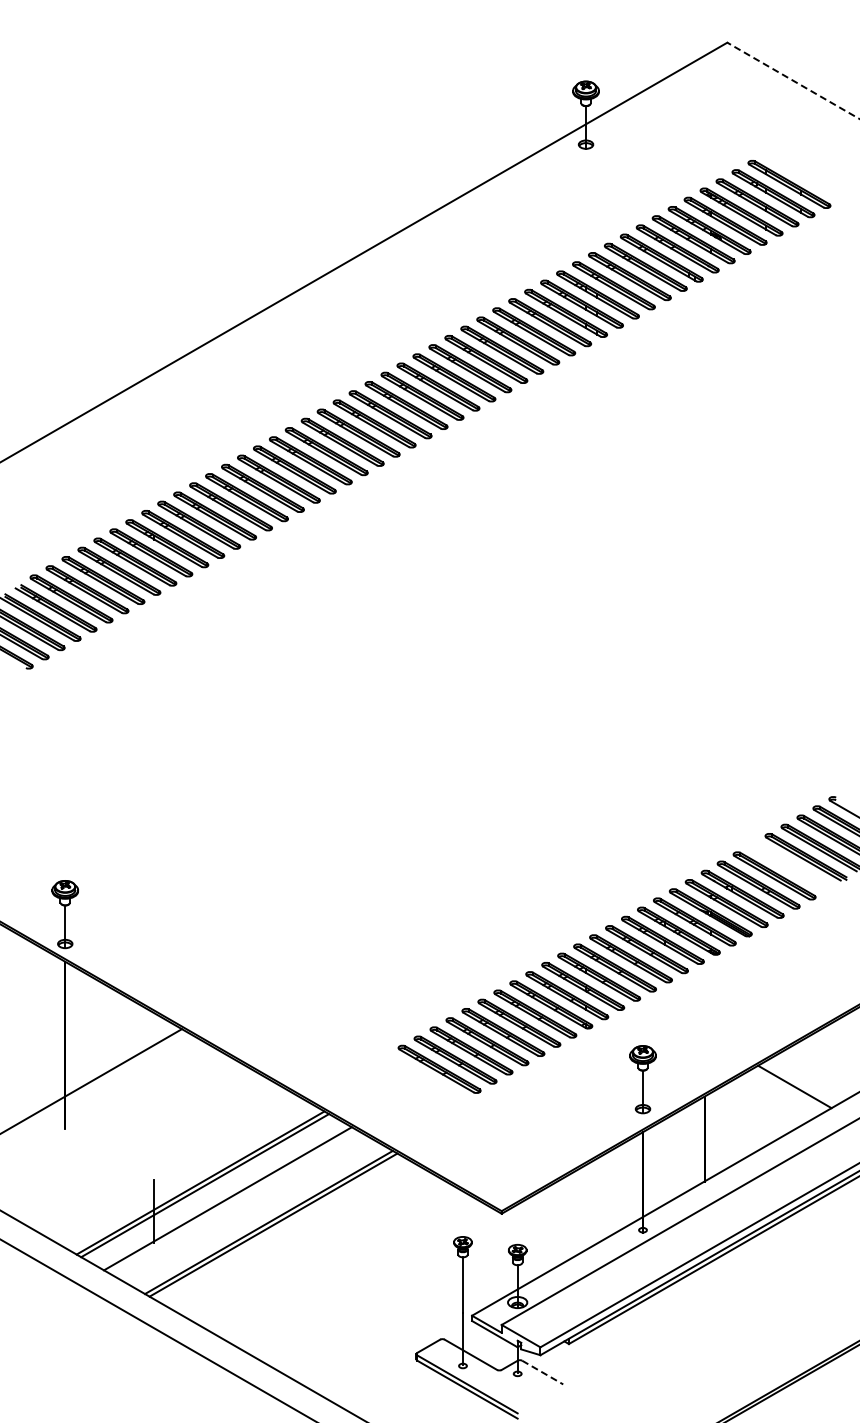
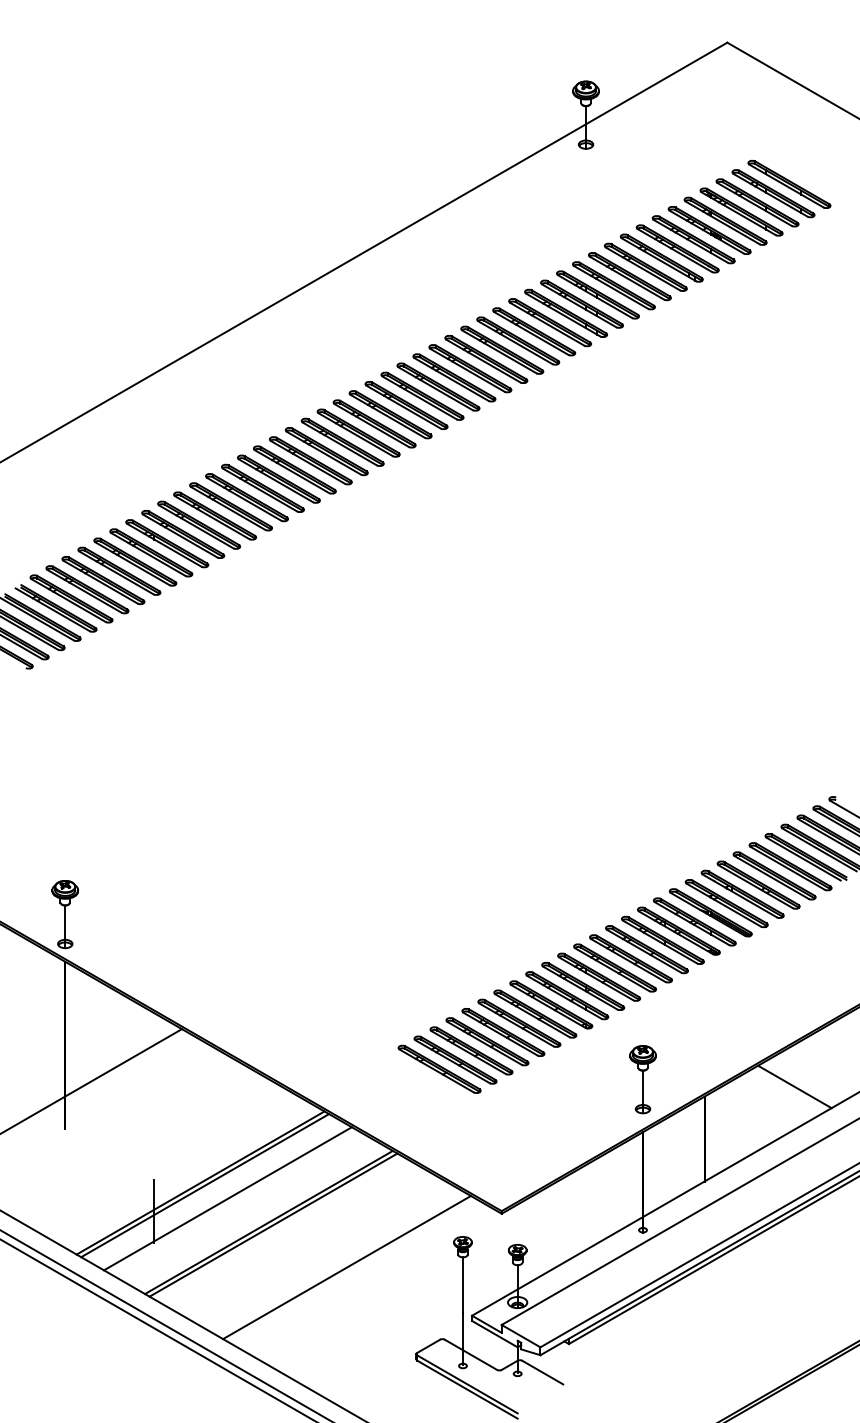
line at (793, 80): dashed -> solid
part at (790, 866): none -> present
line at (346, 1267): none -> present
line at (165, 1325): none -> present
line at (542, 1372): dashed -> solid
